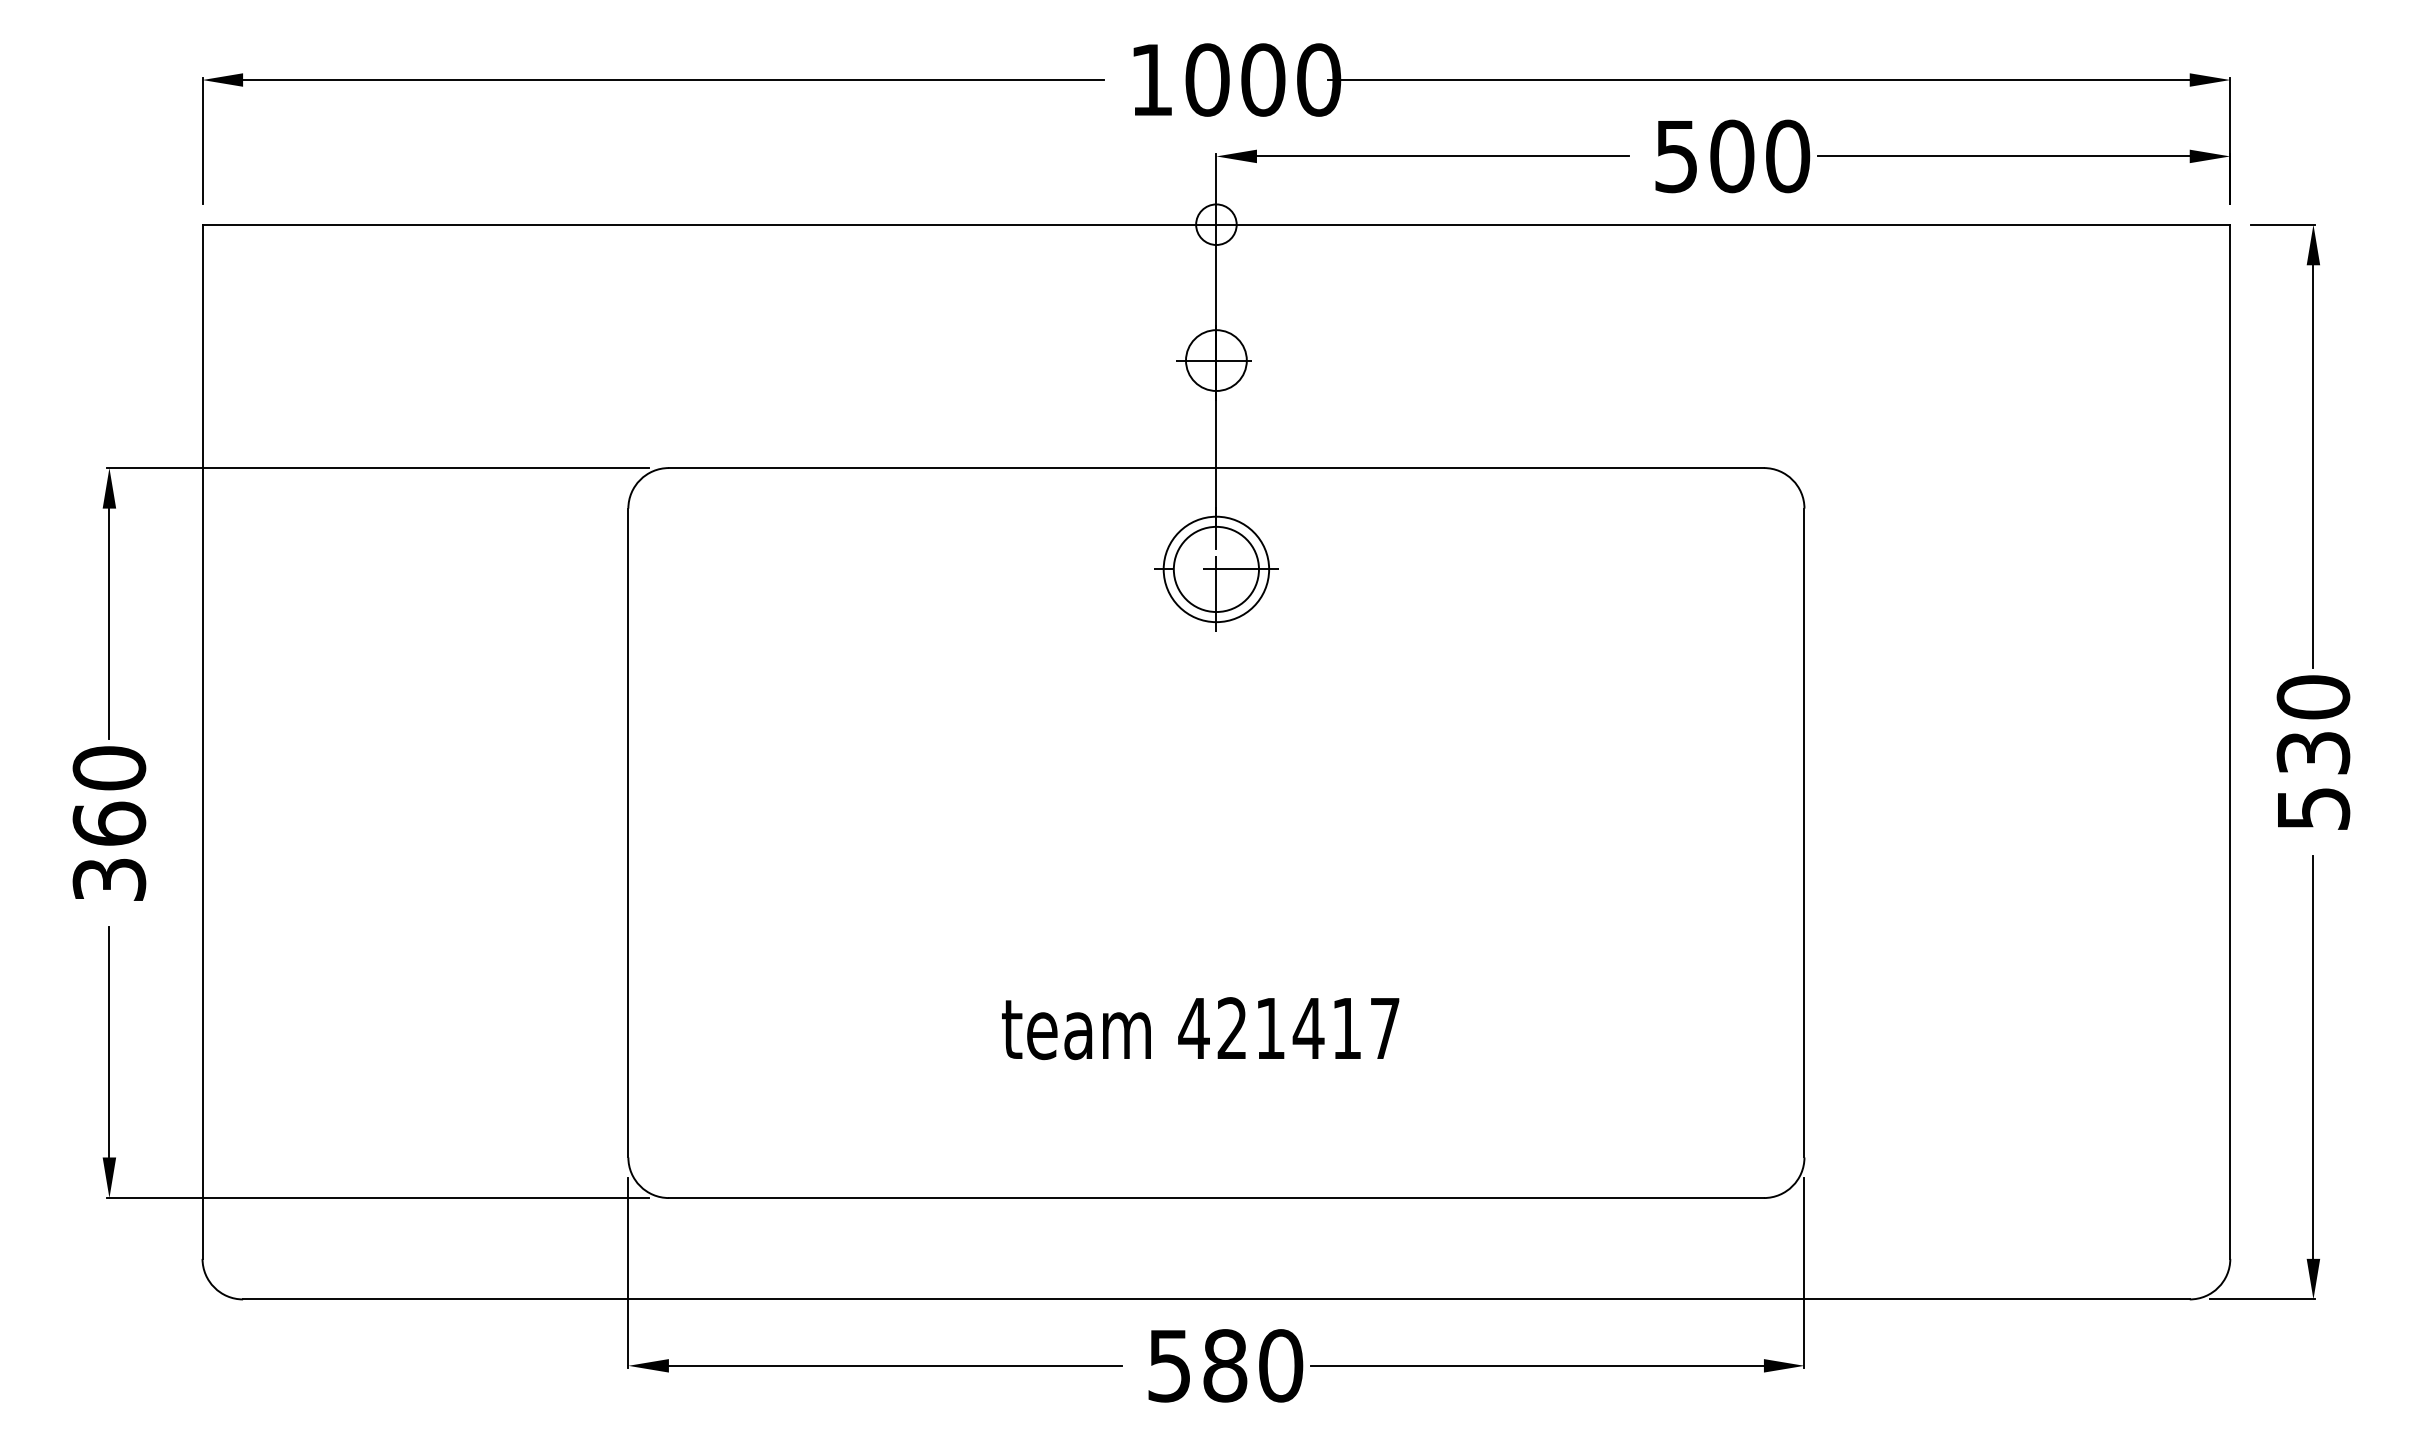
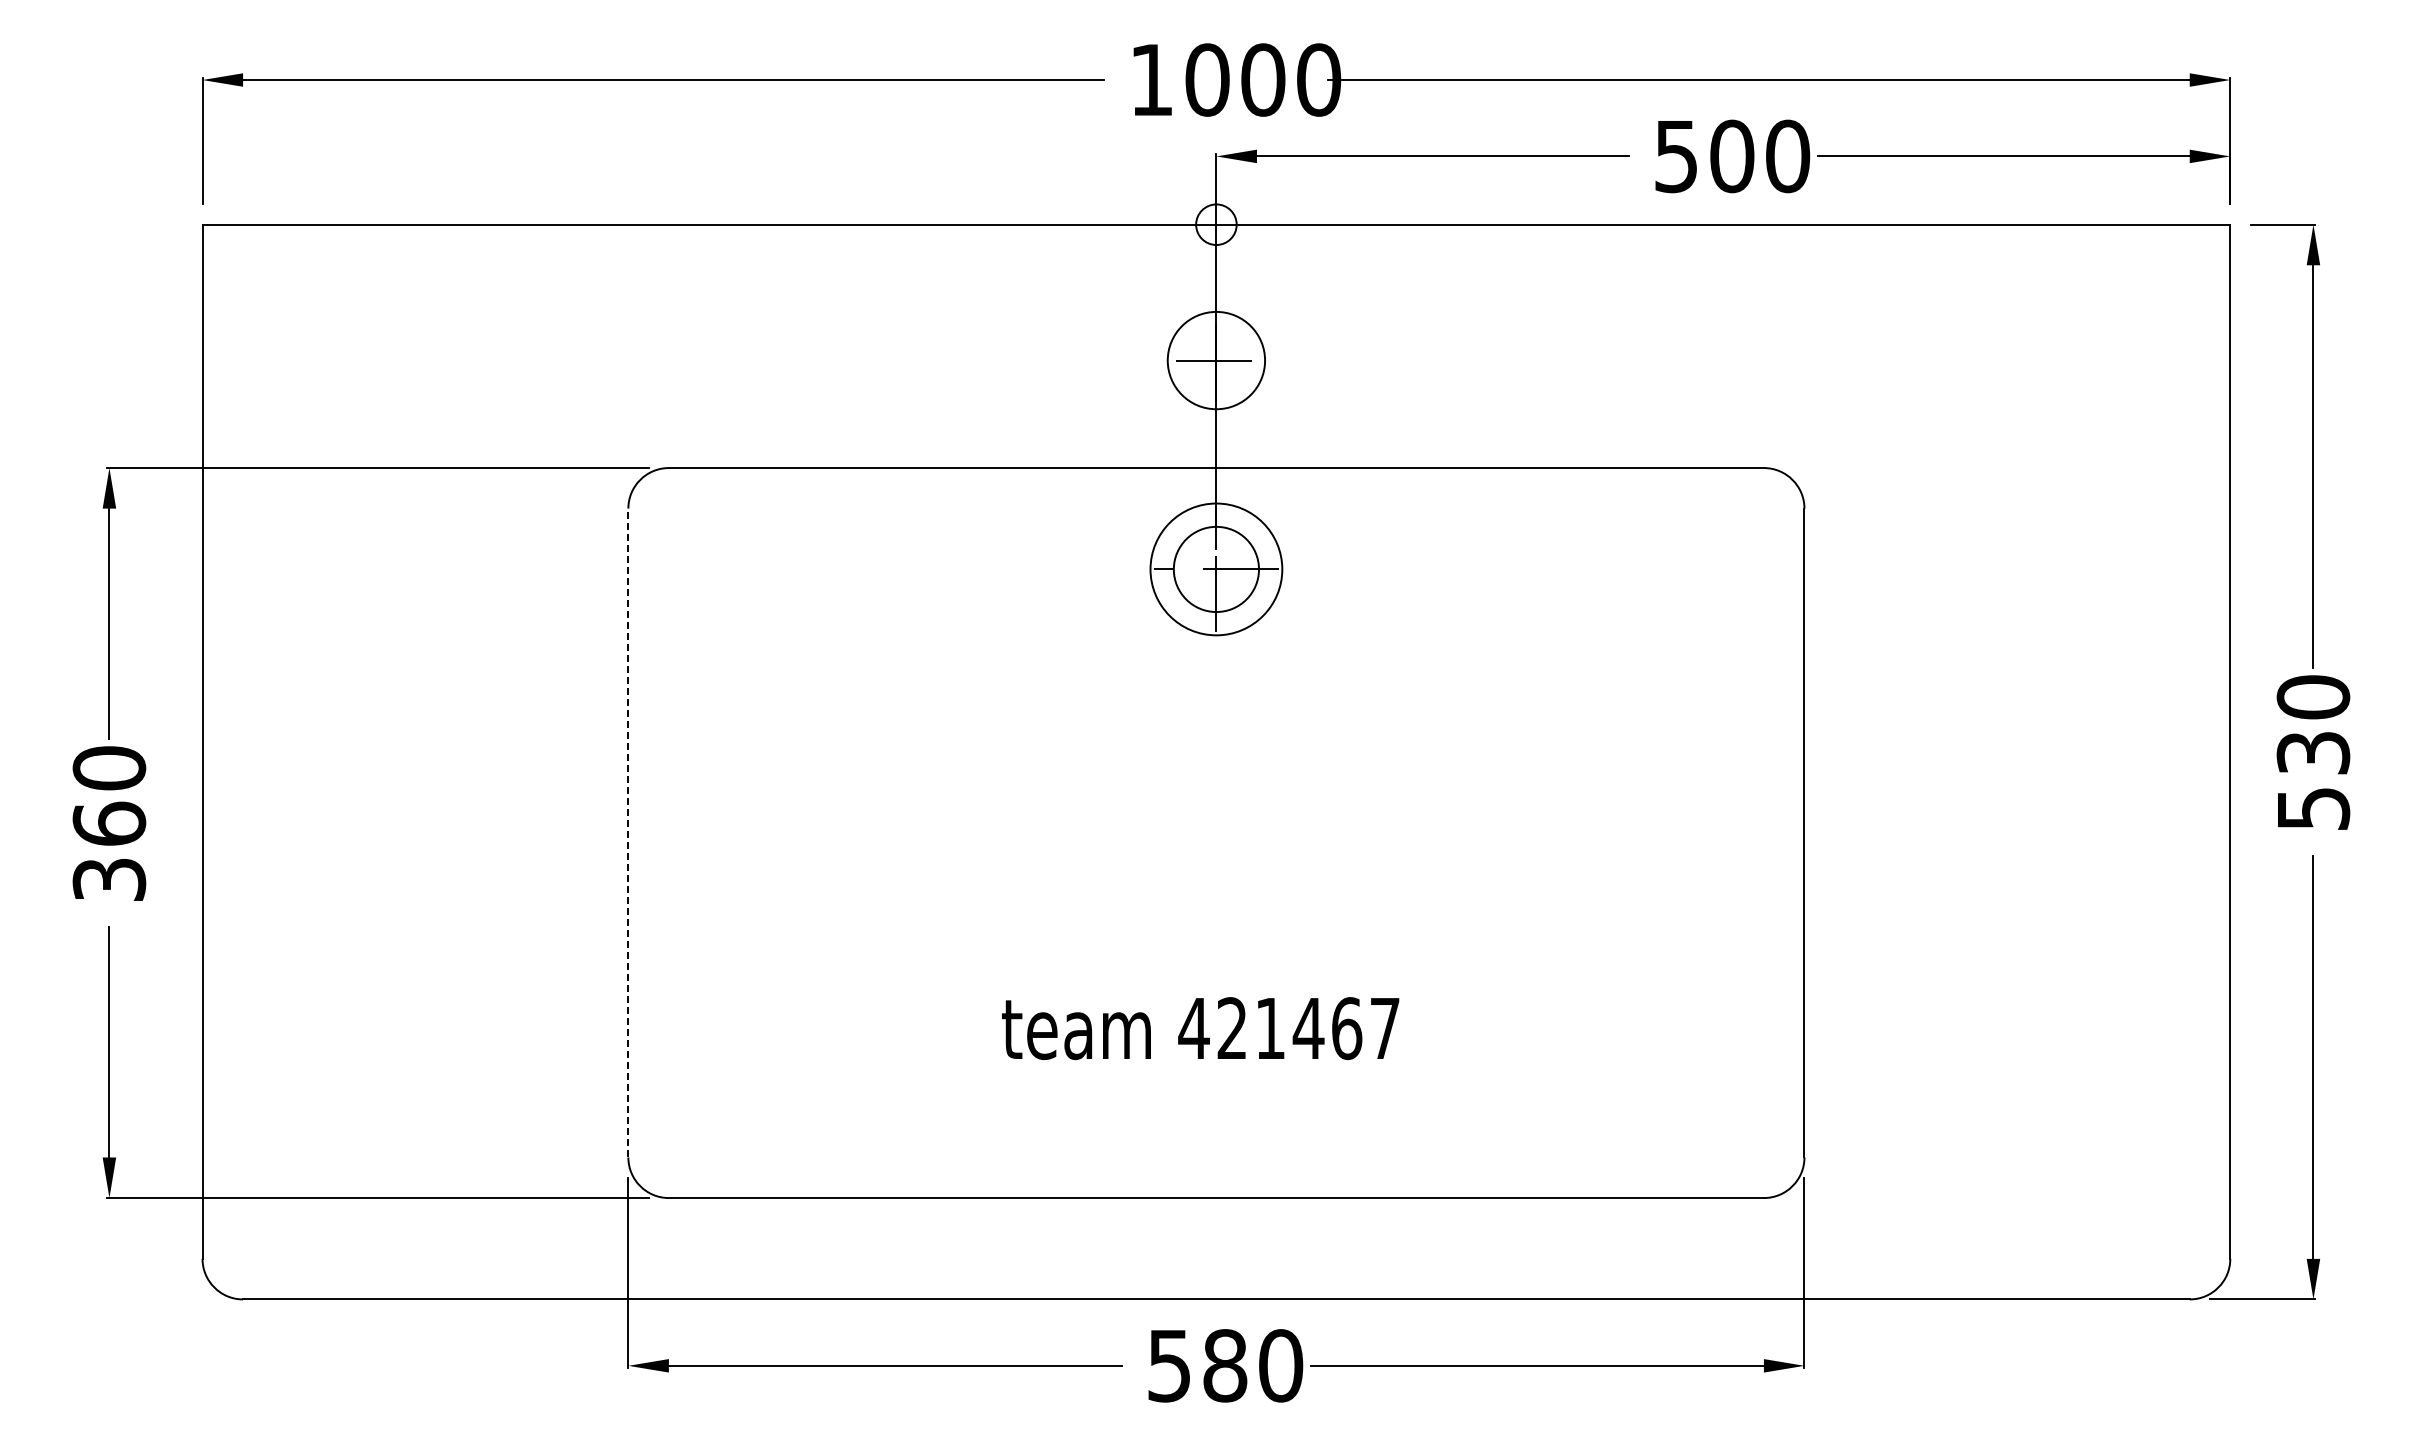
circle at (1216, 360) diameter: 61 px -> 97 px
circle at (1216, 569) diameter: 105 px -> 132 px
line at (628, 832): solid -> dashed
text at (1347, 1028): 421417 -> 421467
